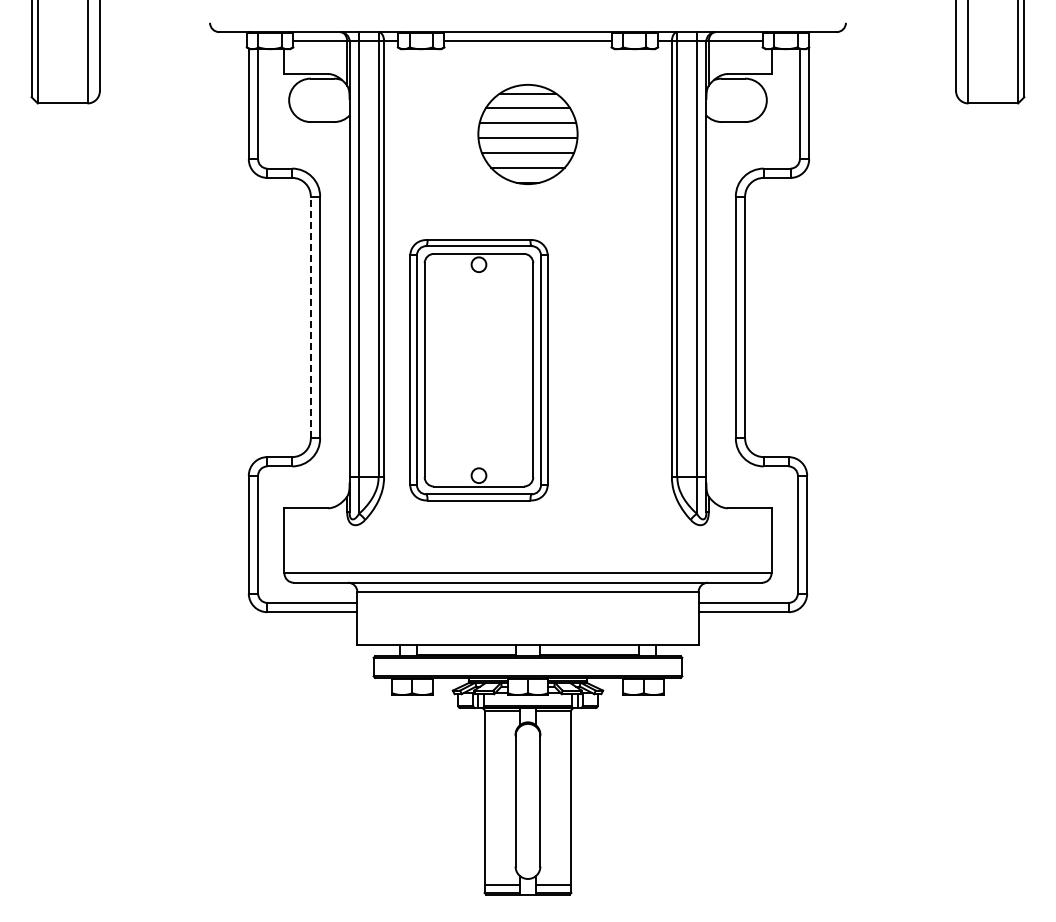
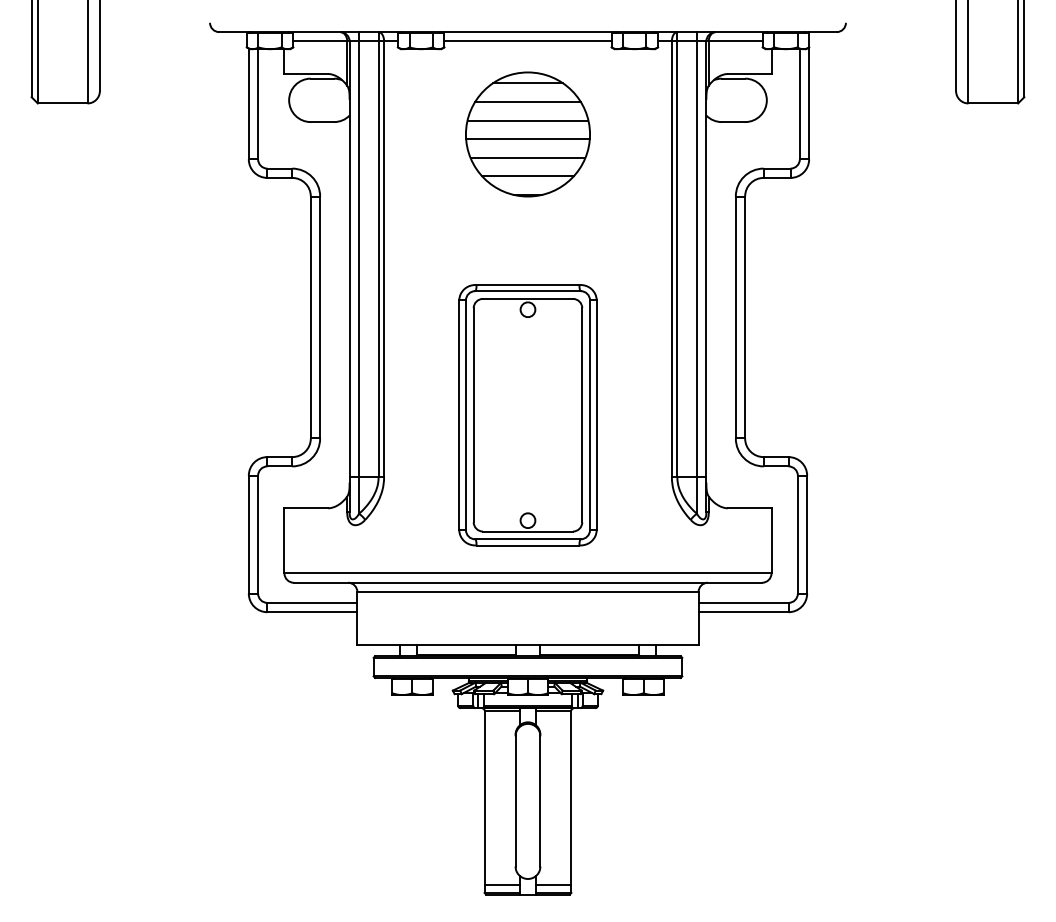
part at (527, 134) size: 102x101 px -> 126x127 px
line at (310, 317): dashed -> solid
part at (478, 370) position: (478, 370) -> (527, 415)
